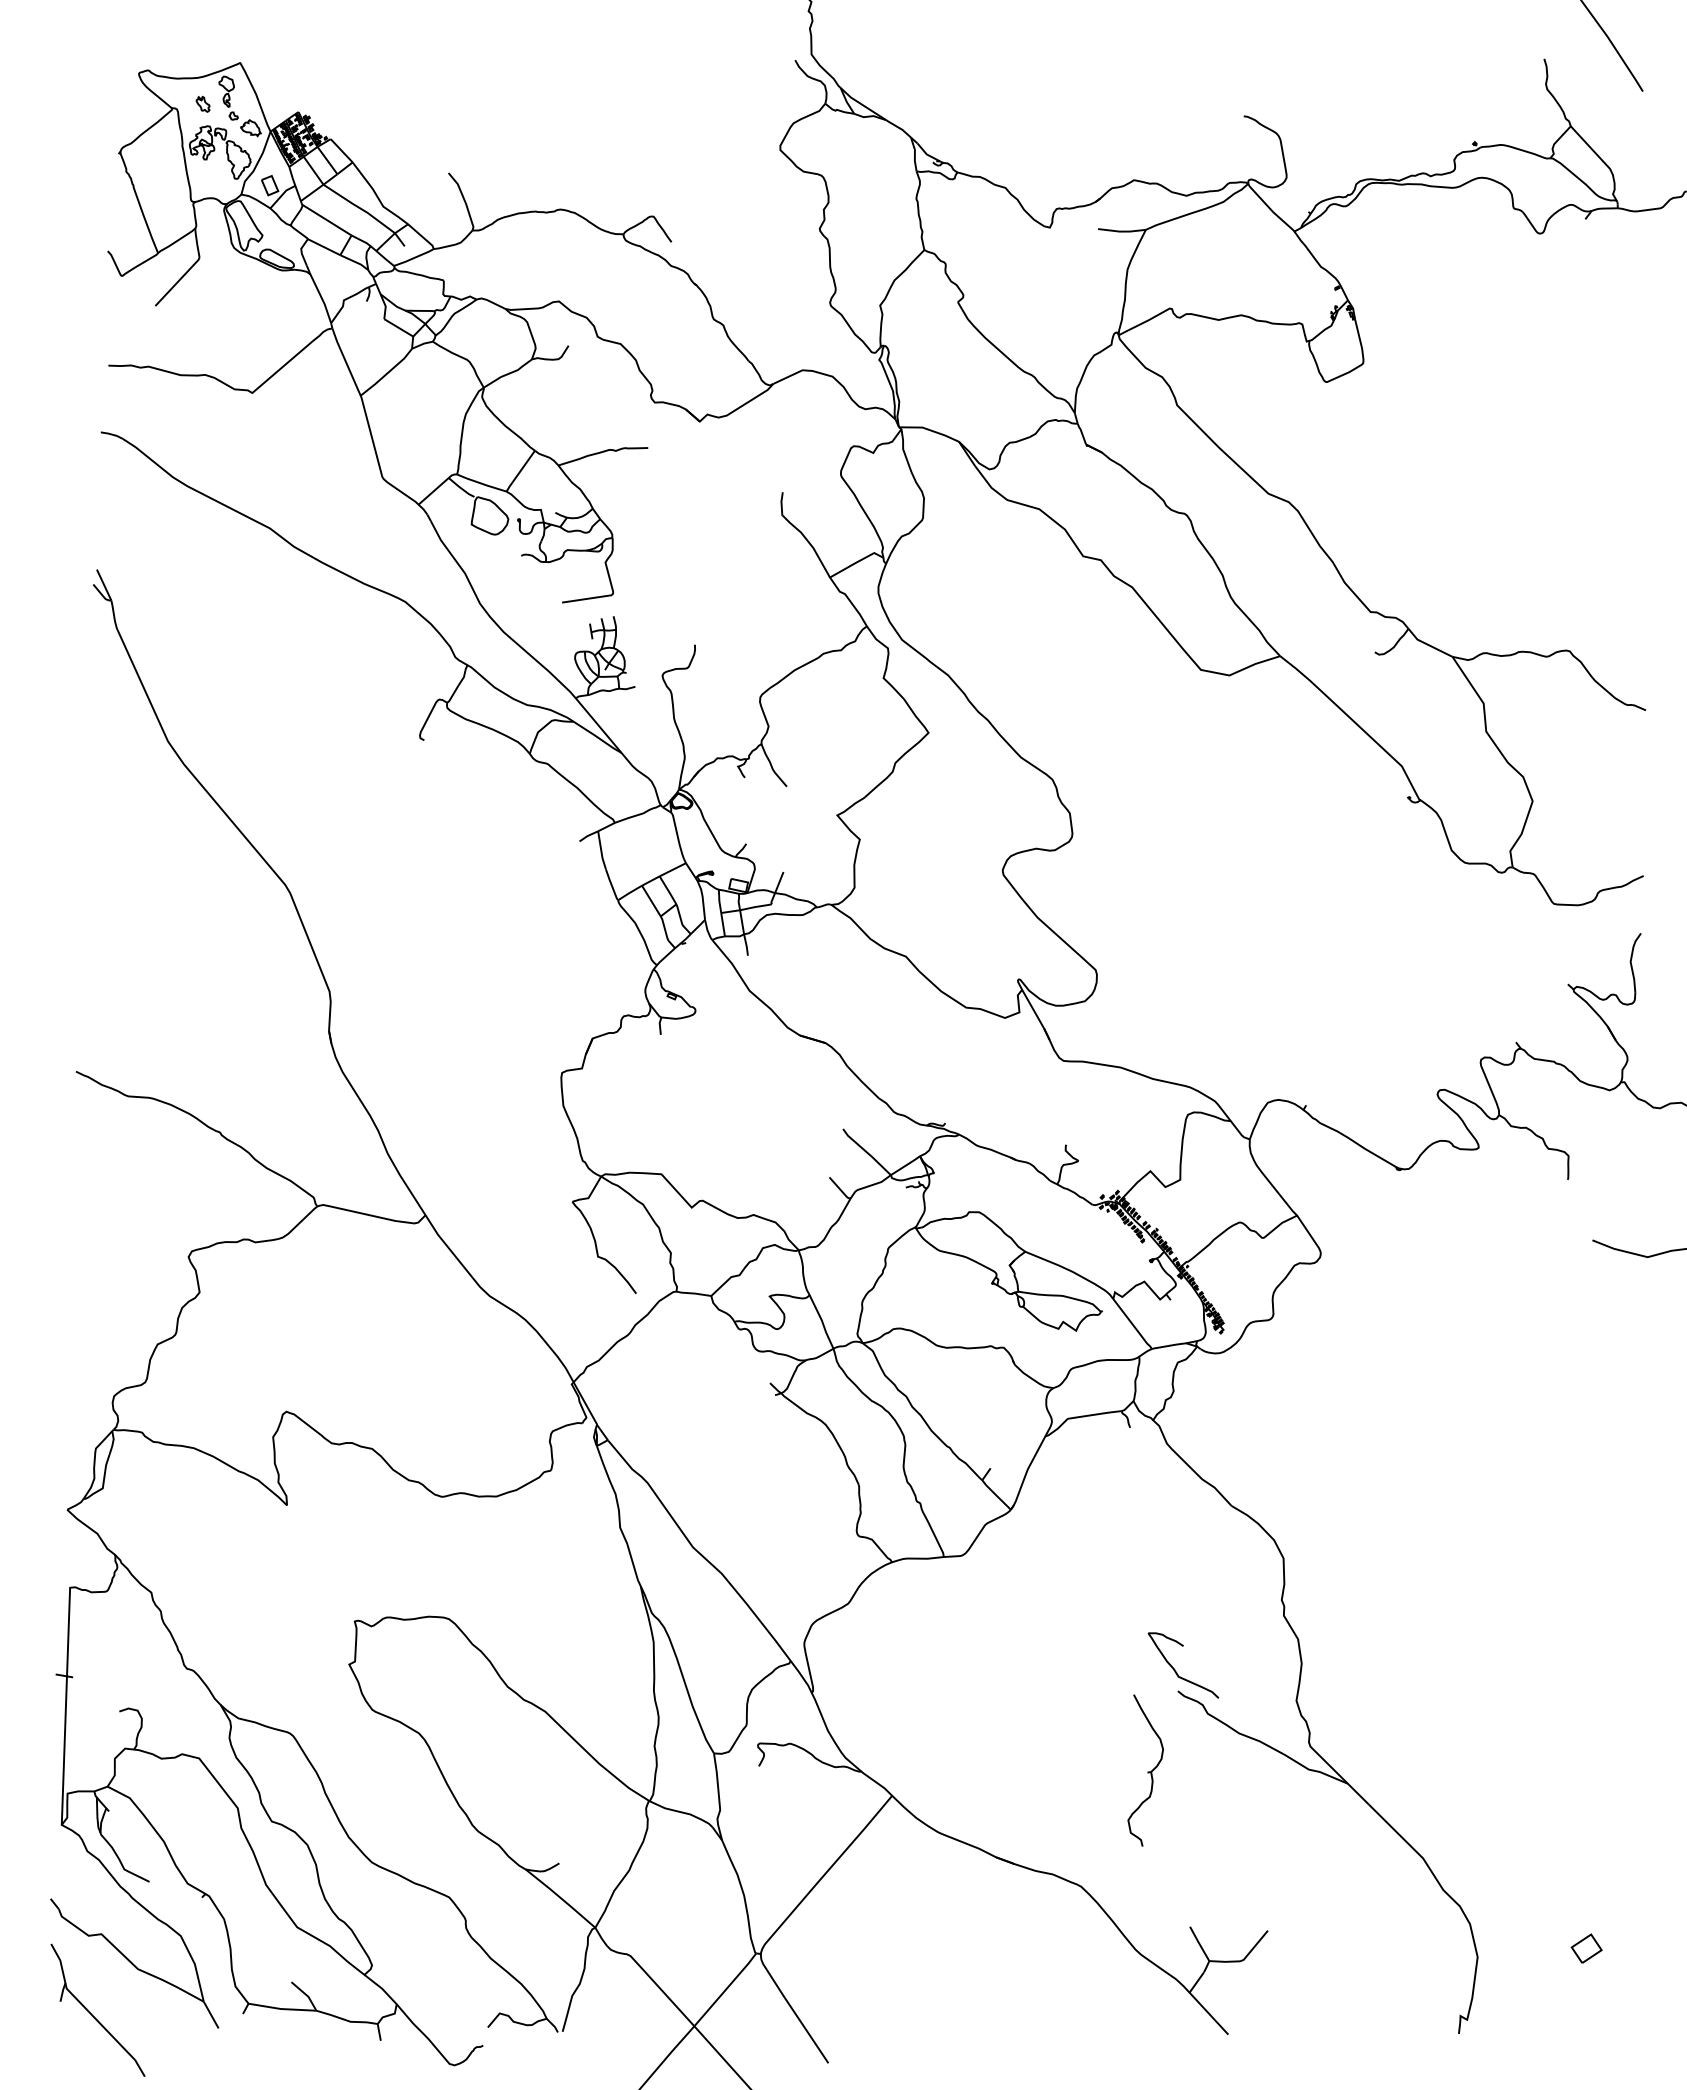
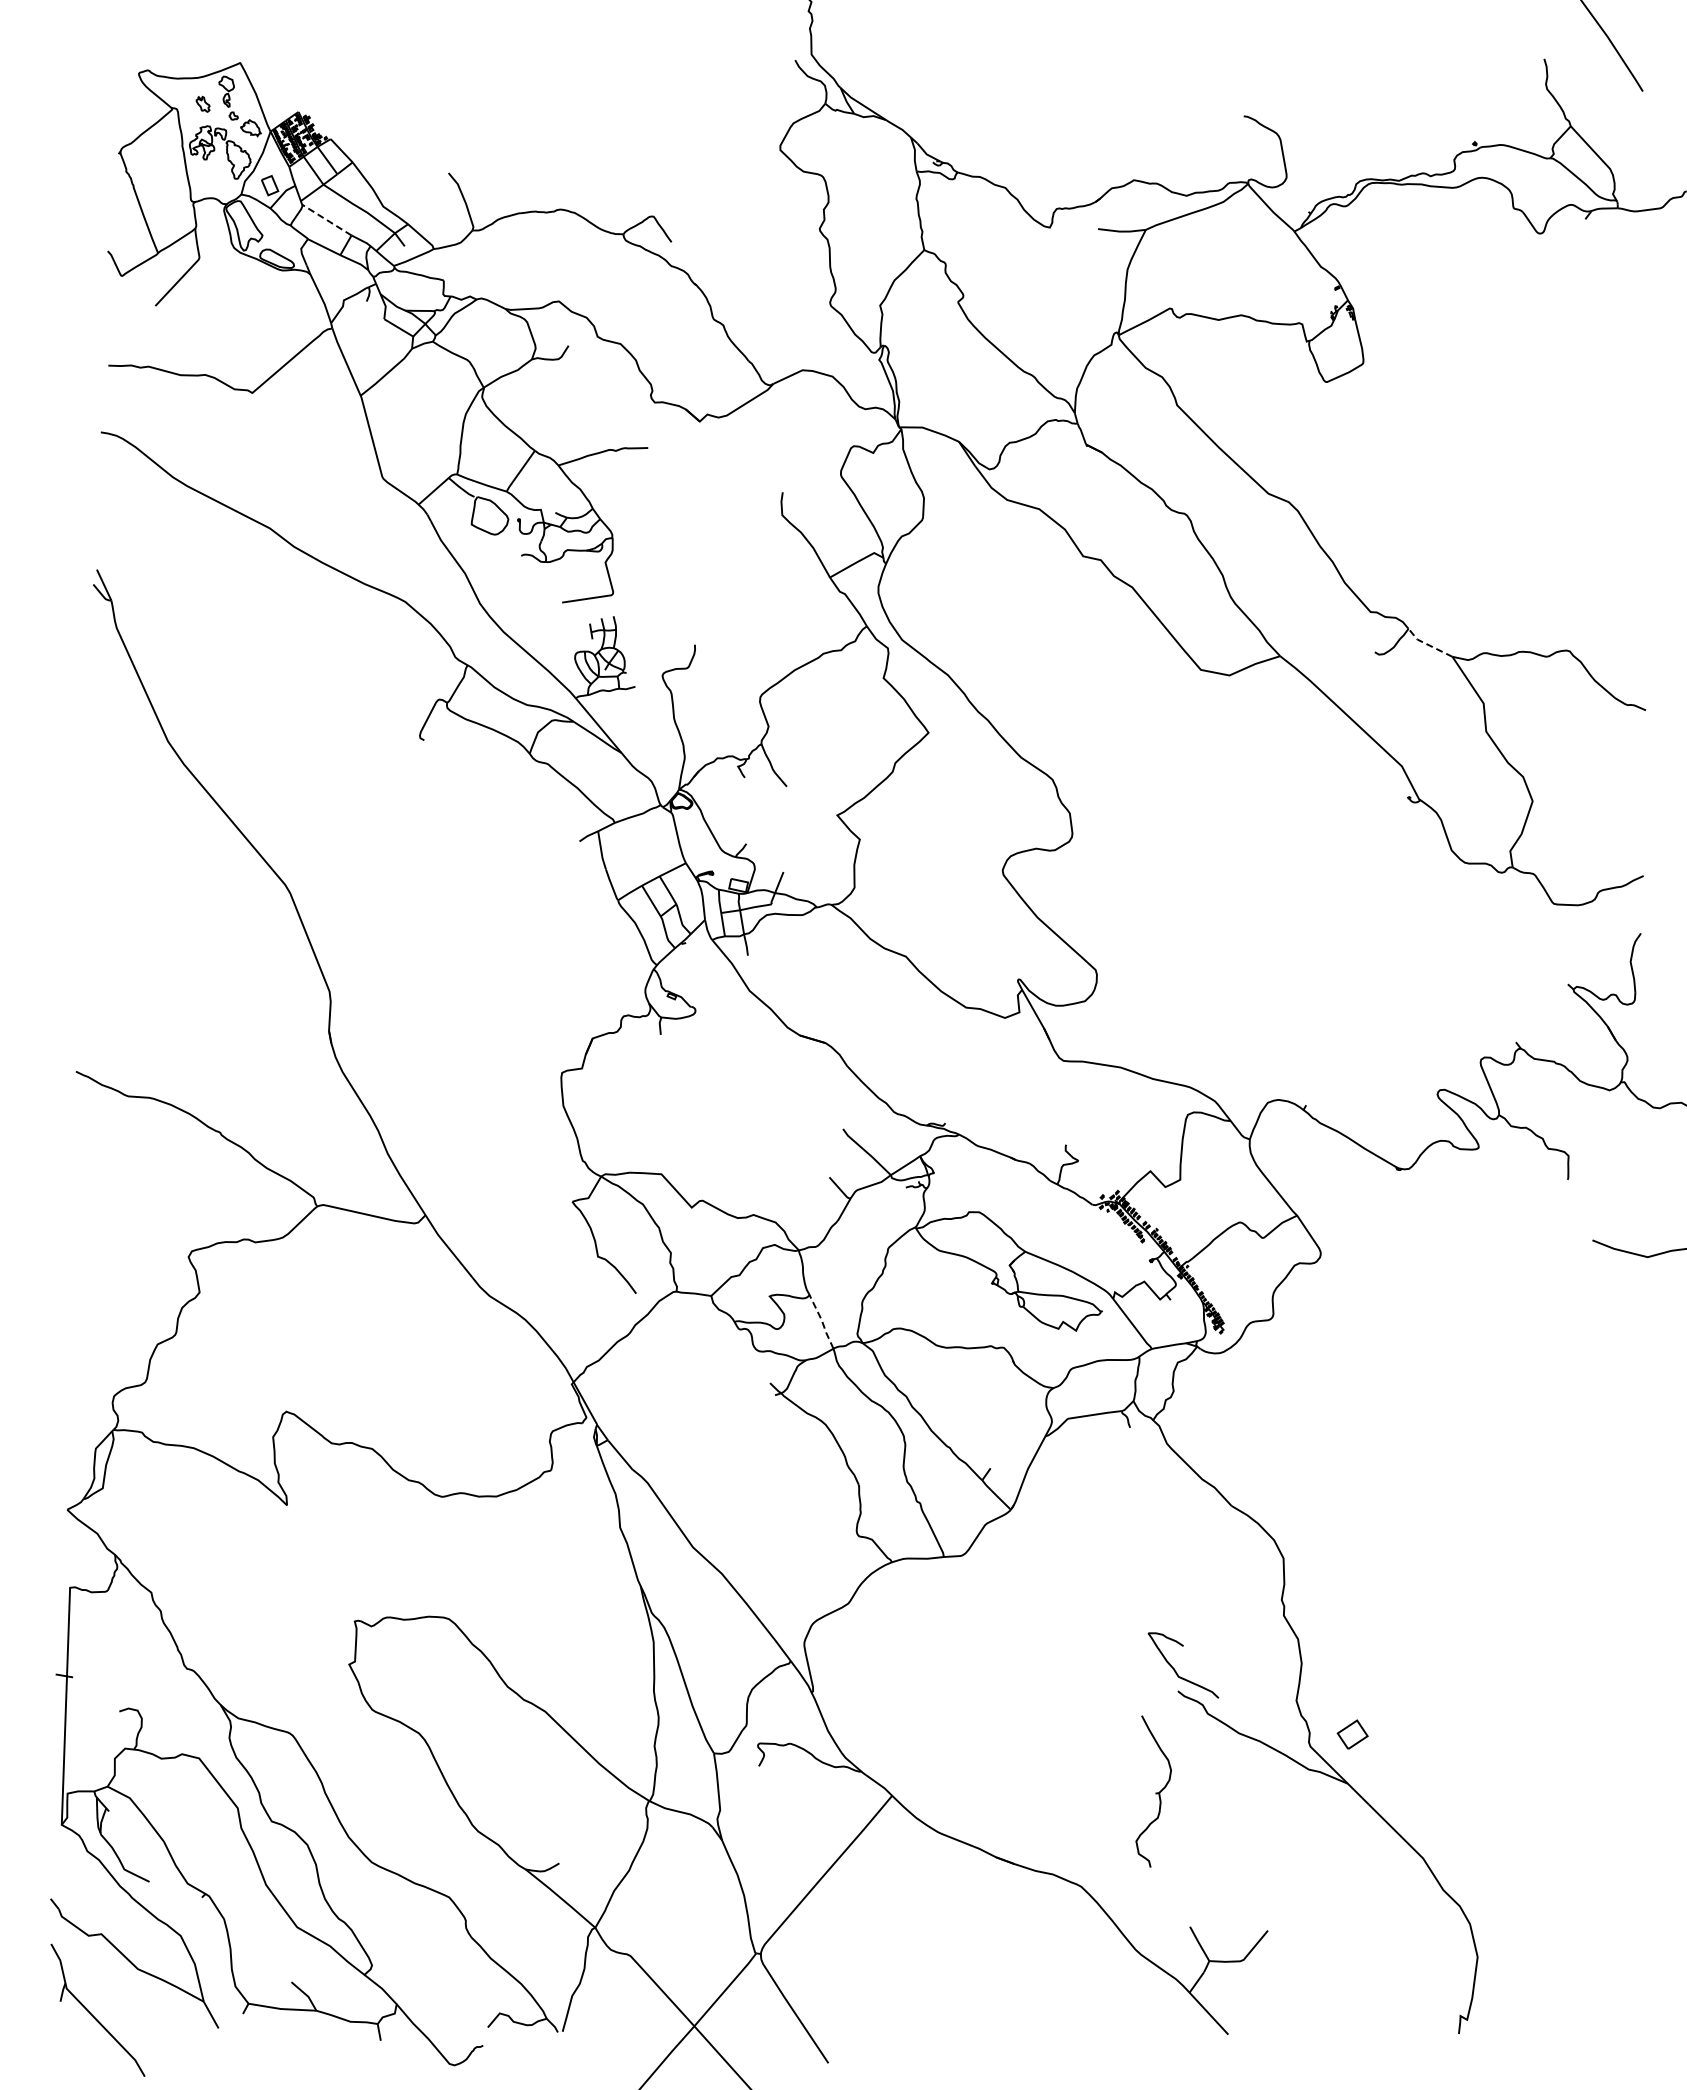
line at (326, 219): solid -> dashed
line at (1427, 644): solid -> dashed
line at (822, 1321): solid -> dashed
part at (1145, 1770) position: (1145, 1770) -> (1153, 1791)
part at (1586, 1948) position: (1586, 1948) -> (1352, 1734)
